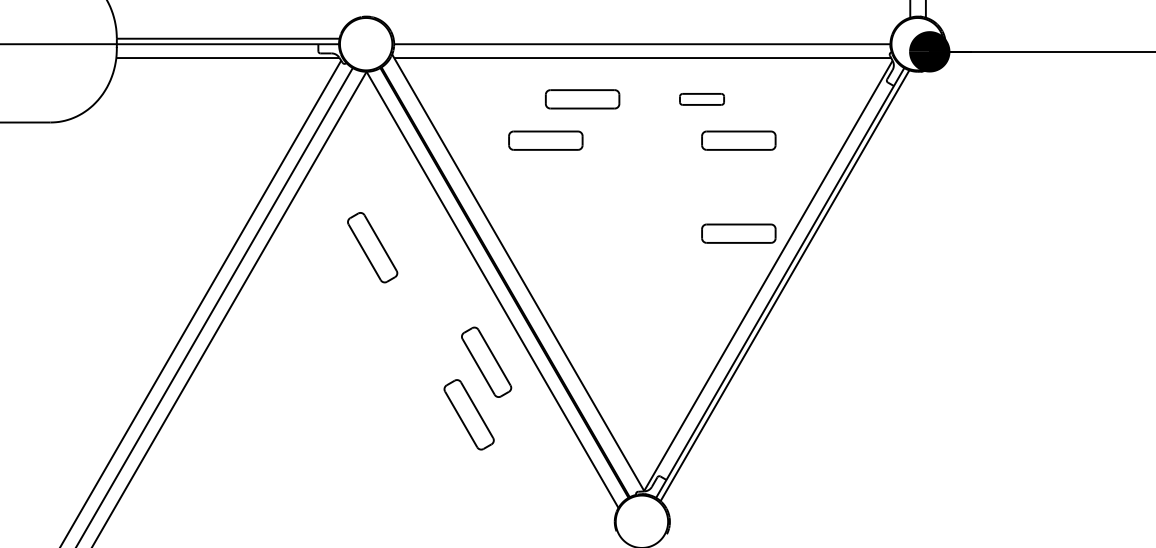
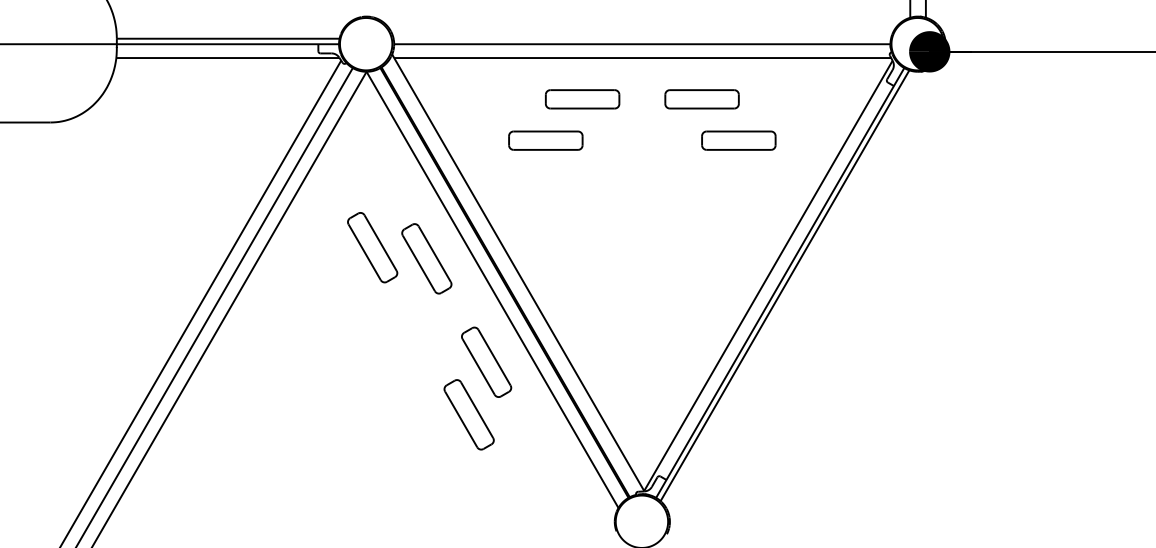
part at (701, 99) size: 46x13 px -> 76x21 px
part at (738, 233): present -> none
part at (426, 258): none -> present
